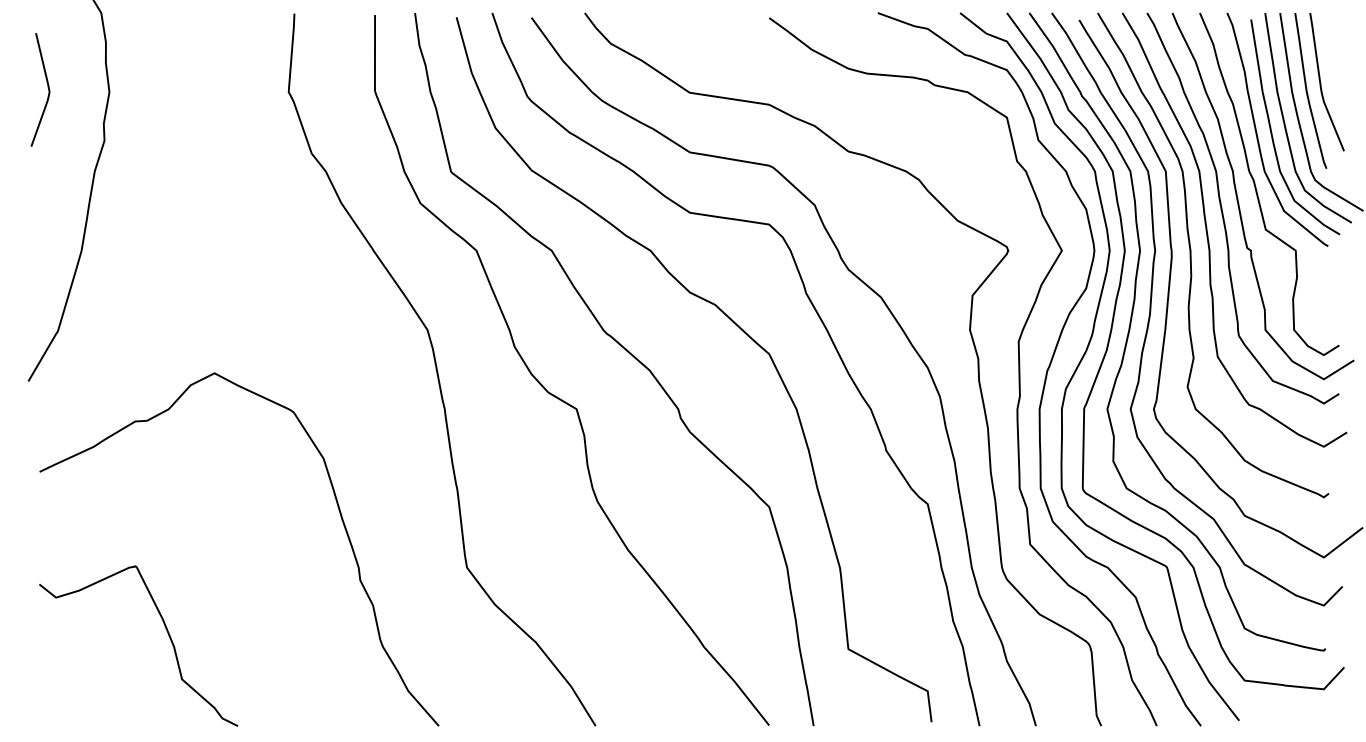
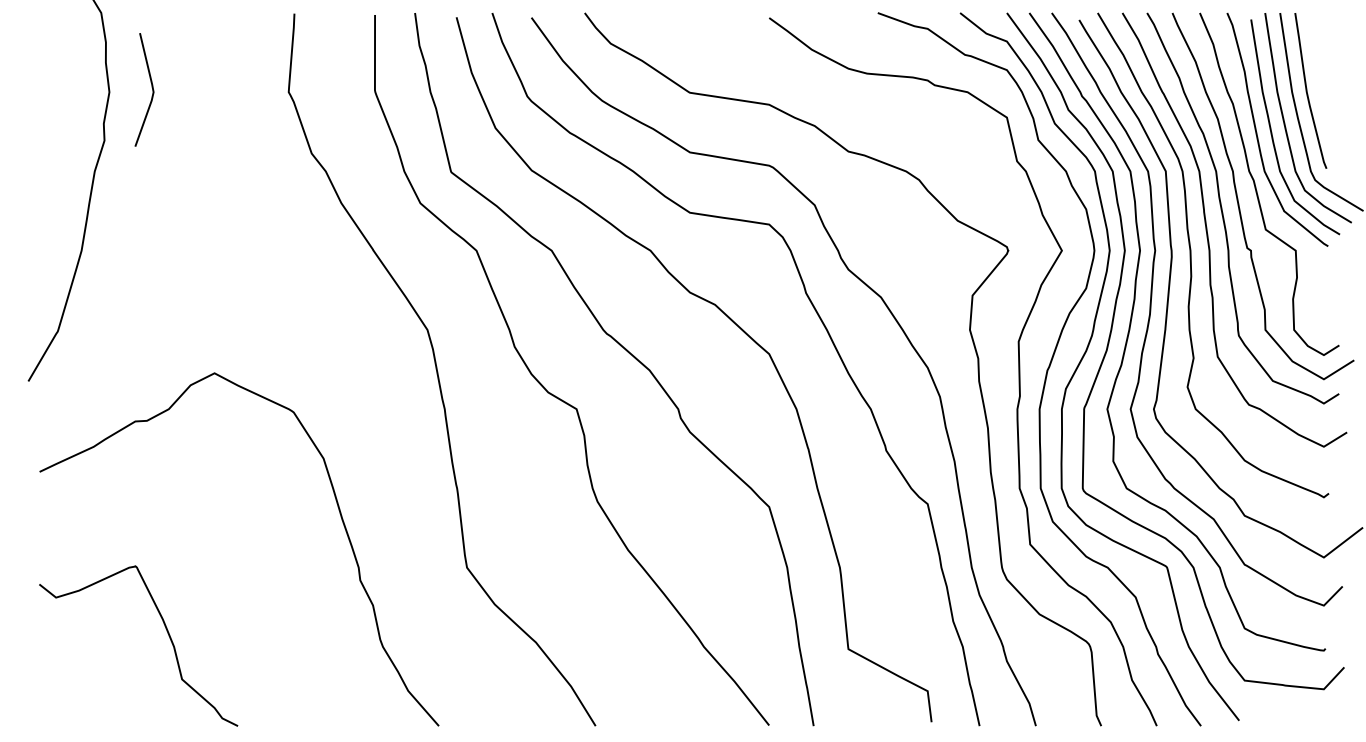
curve at (1321, 82): present -> none
line at (47, 87) position: (47, 87) -> (151, 87)
